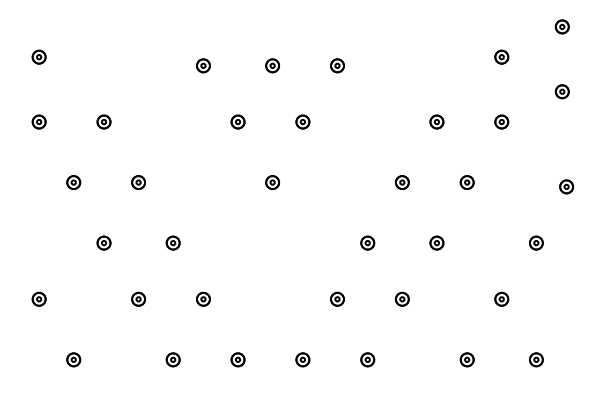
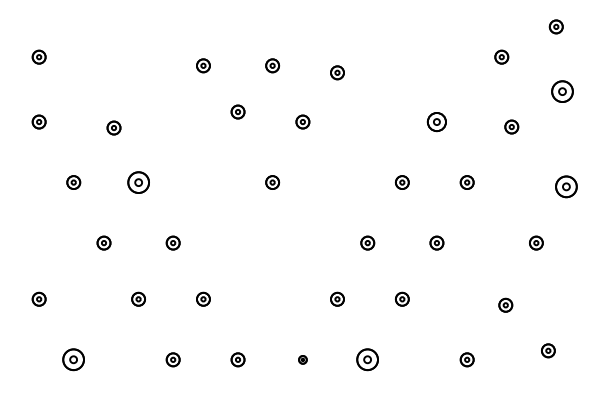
part at (561, 26) position: (561, 26) -> (555, 26)
part at (337, 65) position: (337, 65) -> (337, 72)
part at (561, 91) size: 16x16 px -> 23x23 px
part at (103, 121) position: (103, 121) -> (113, 127)
part at (237, 121) position: (237, 121) -> (237, 111)
part at (436, 121) size: 16x16 px -> 21x21 px
part at (501, 121) position: (501, 121) -> (511, 126)
part at (138, 182) size: 15x15 px -> 23x23 px
part at (566, 186) size: 16x16 px -> 23x24 px
part at (501, 298) position: (501, 298) -> (505, 304)
part at (73, 359) size: 16x16 px -> 23x24 px
part at (302, 359) size: 16x16 px -> 10x10 px
part at (367, 359) size: 16x16 px -> 23x24 px
part at (536, 359) position: (536, 359) -> (548, 350)
